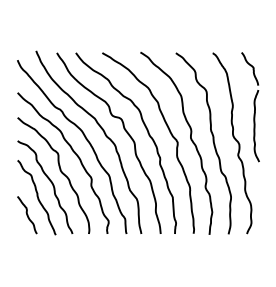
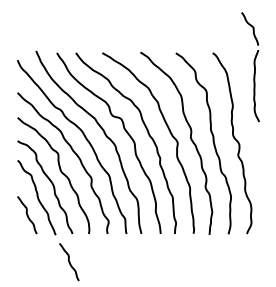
part at (250, 107) position: (250, 107) -> (250, 67)
curve at (69, 262): none -> present
